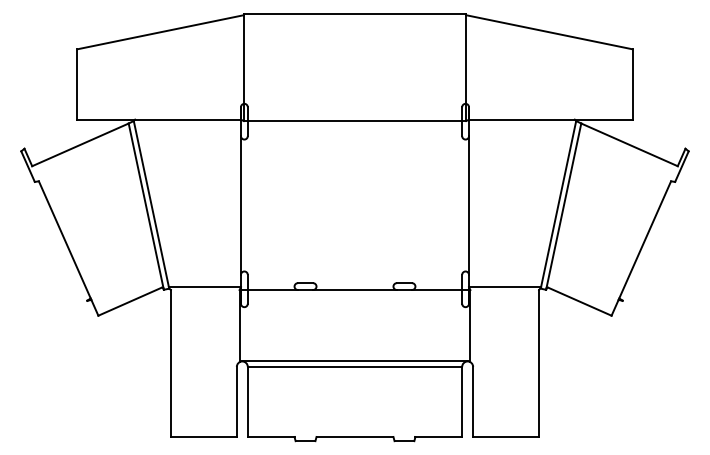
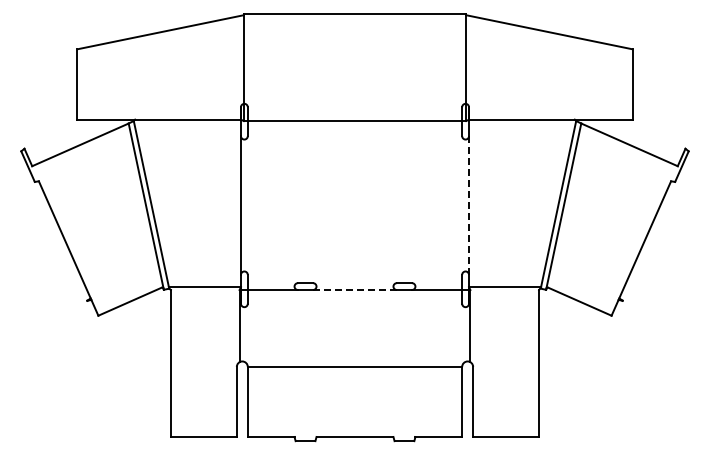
line at (469, 206): solid -> dashed
line at (354, 290): solid -> dashed
line at (354, 361): present -> none
